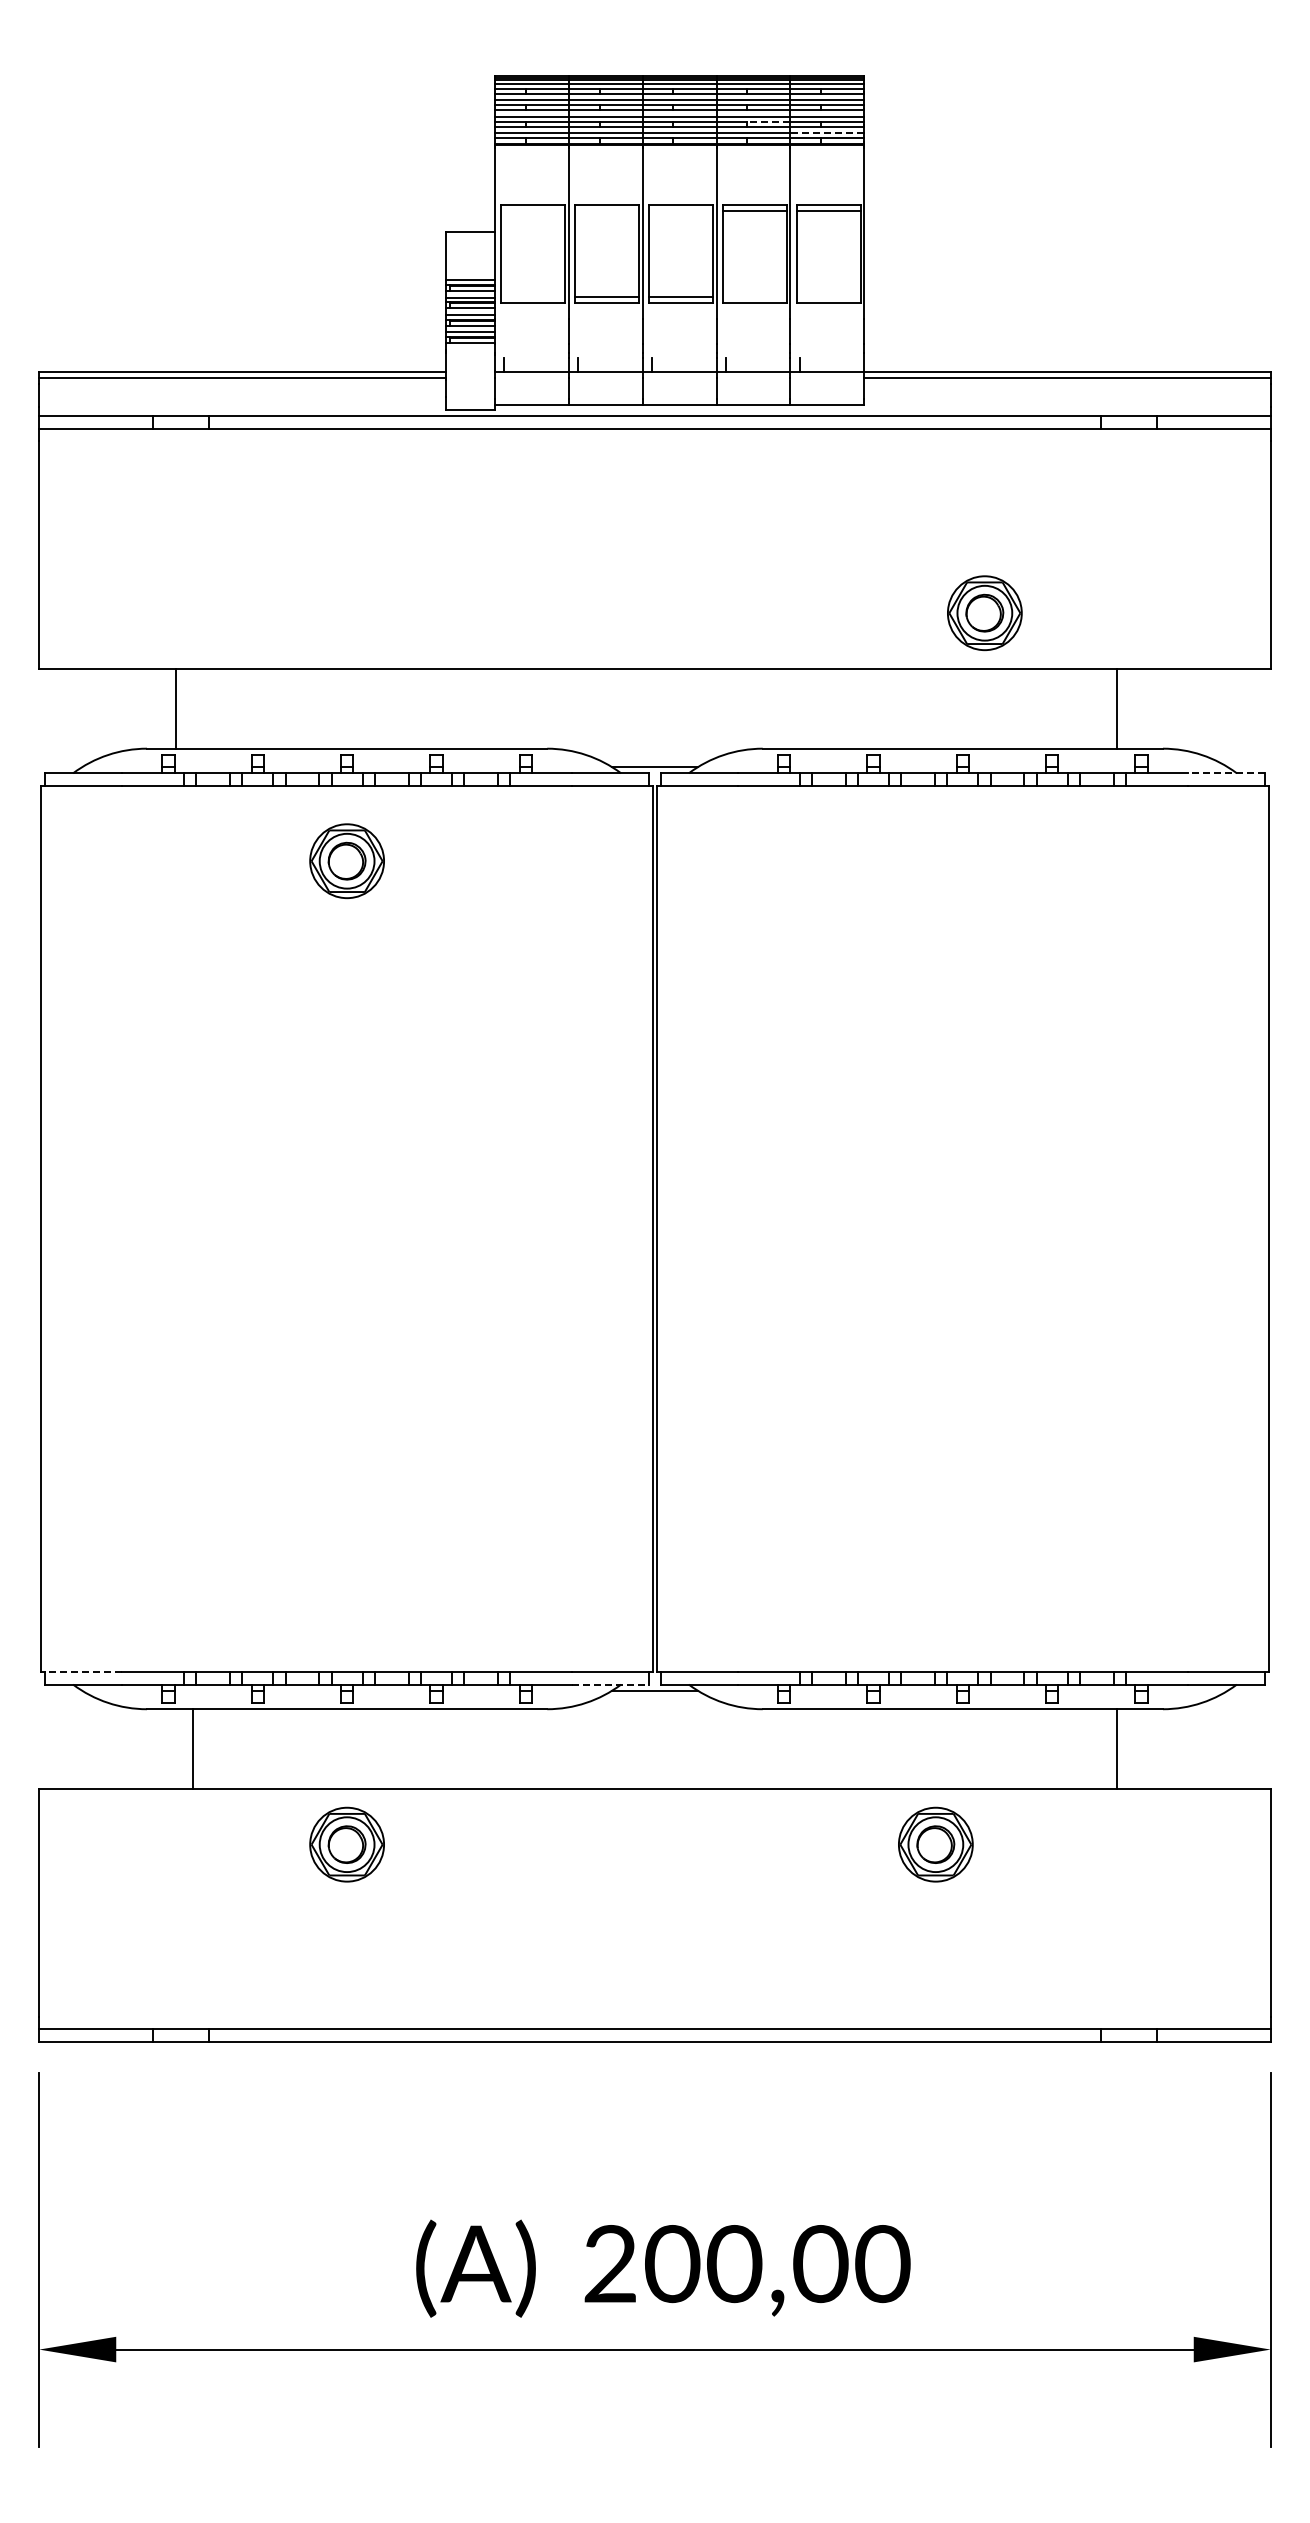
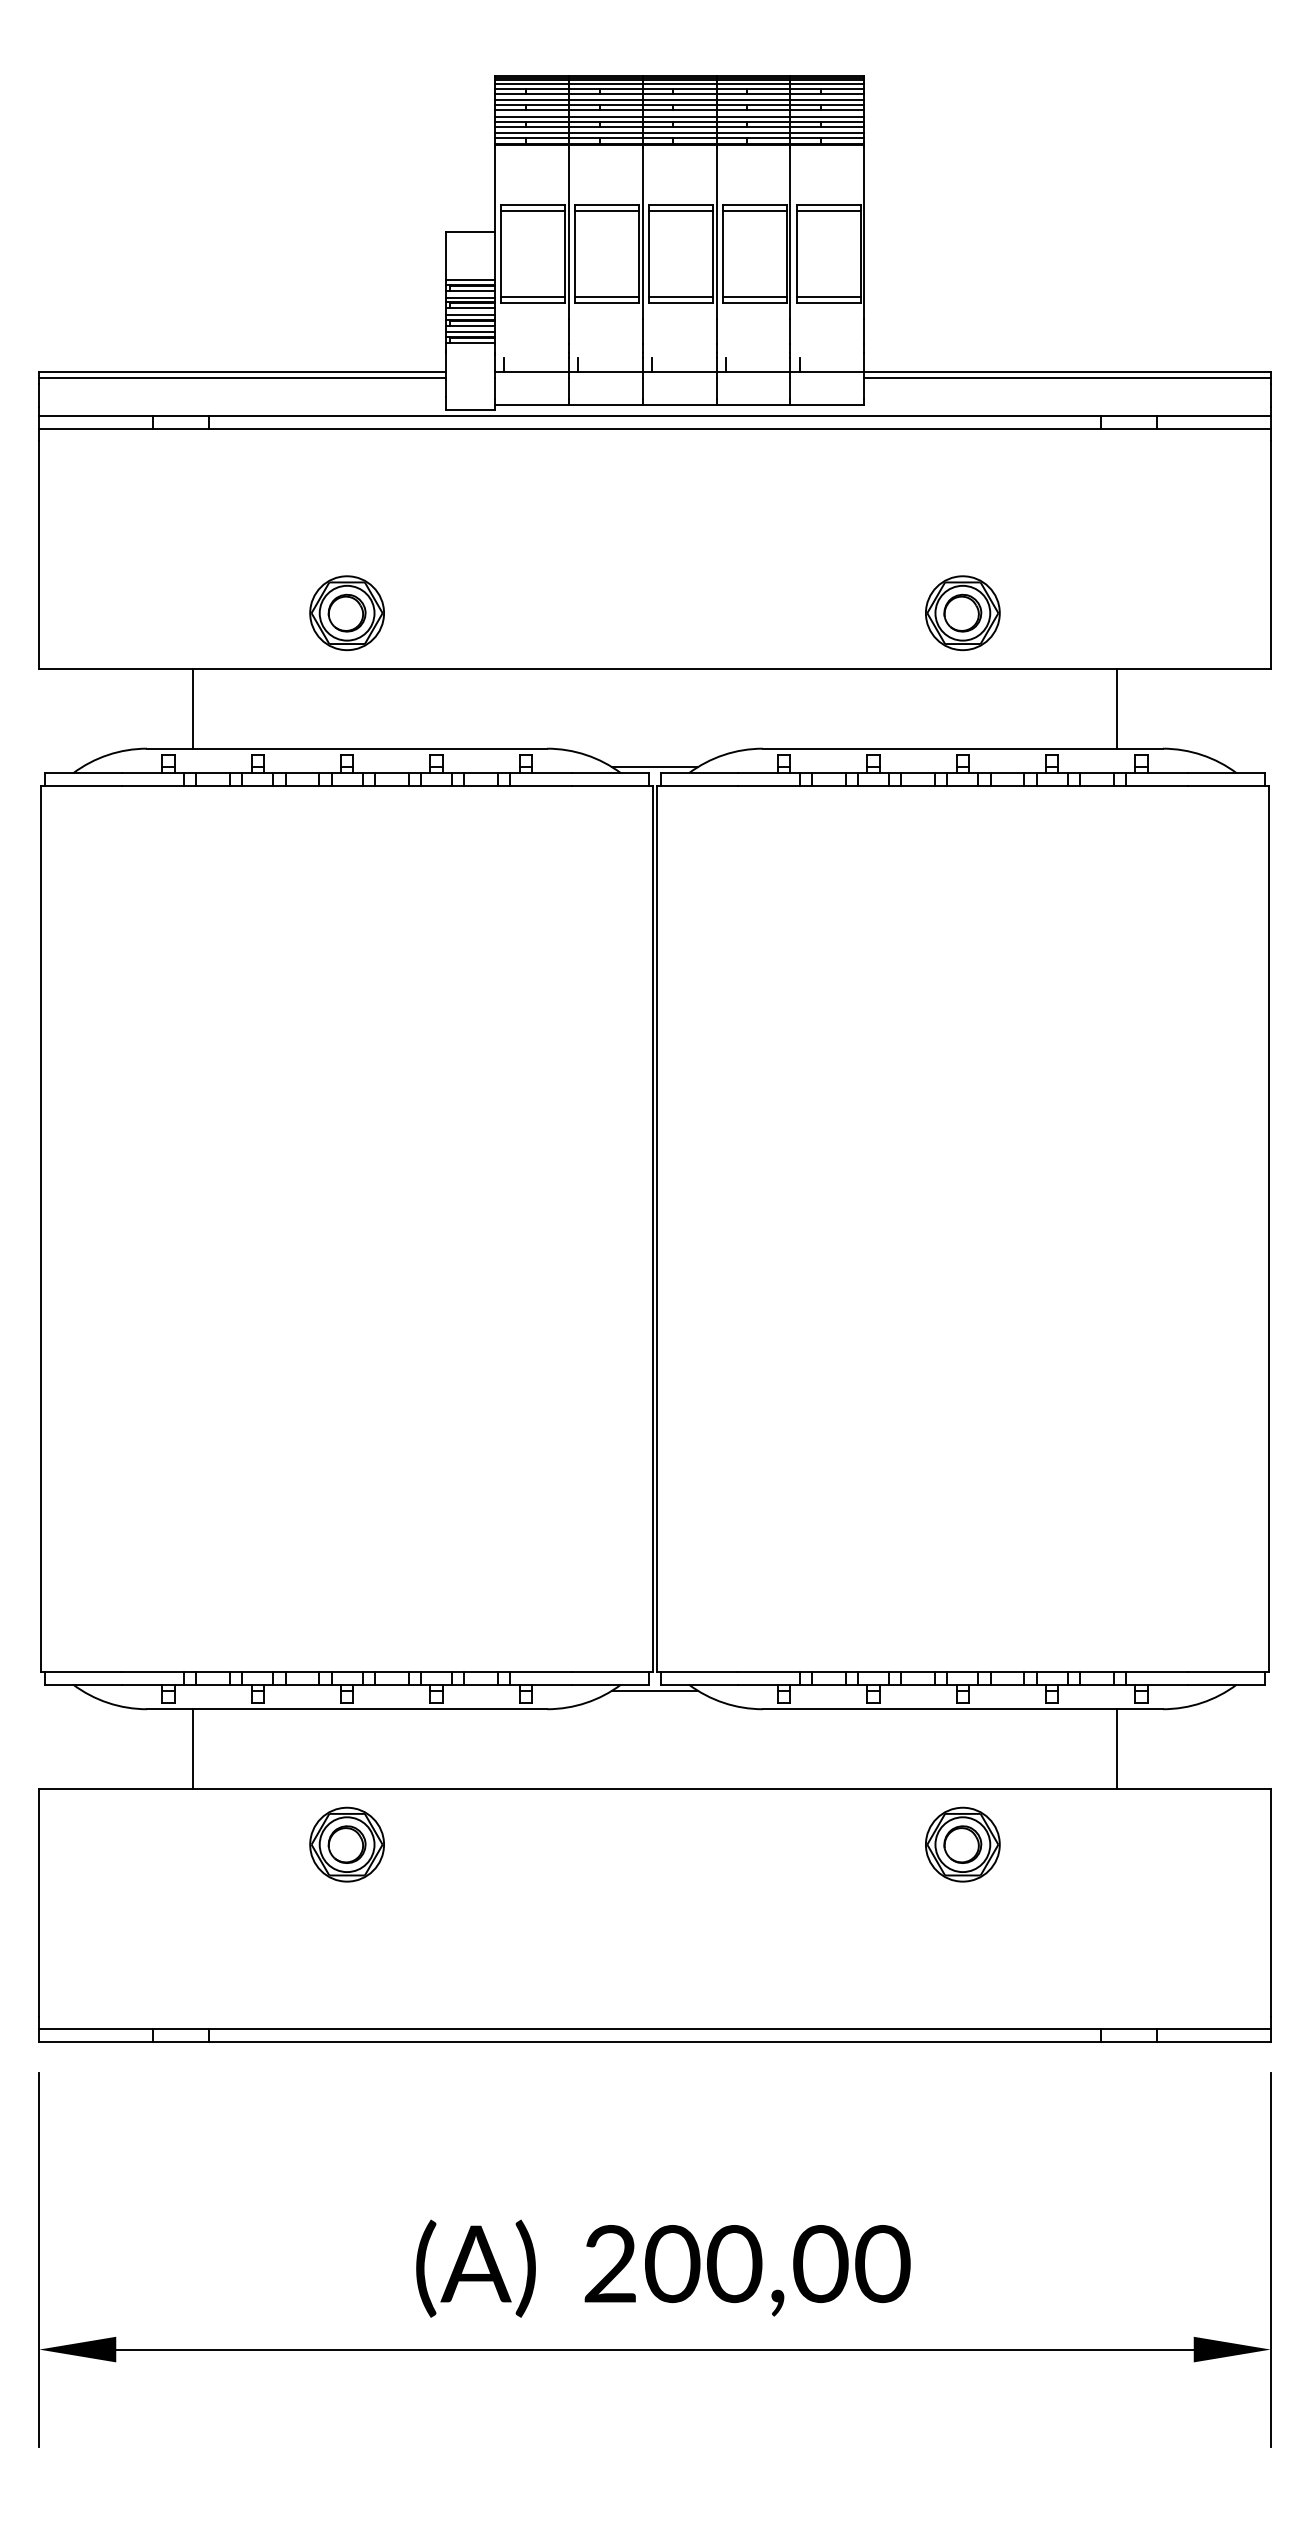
line at (768, 121): dashed -> solid
line at (827, 133): dashed -> solid
line at (533, 210): none -> present
line at (606, 210): none -> present
line at (680, 210): none -> present
line at (533, 297): none -> present
line at (754, 297): none -> present
line at (828, 297): none -> present
part at (984, 613) position: (984, 613) -> (962, 613)
line at (176, 708) position: (176, 708) -> (193, 708)
line at (1225, 773): dashed -> solid
part at (346, 861) position: (346, 861) -> (346, 613)
line at (83, 1672): dashed -> solid
line at (610, 1684): dashed -> solid
part at (935, 1844) position: (935, 1844) -> (962, 1844)
